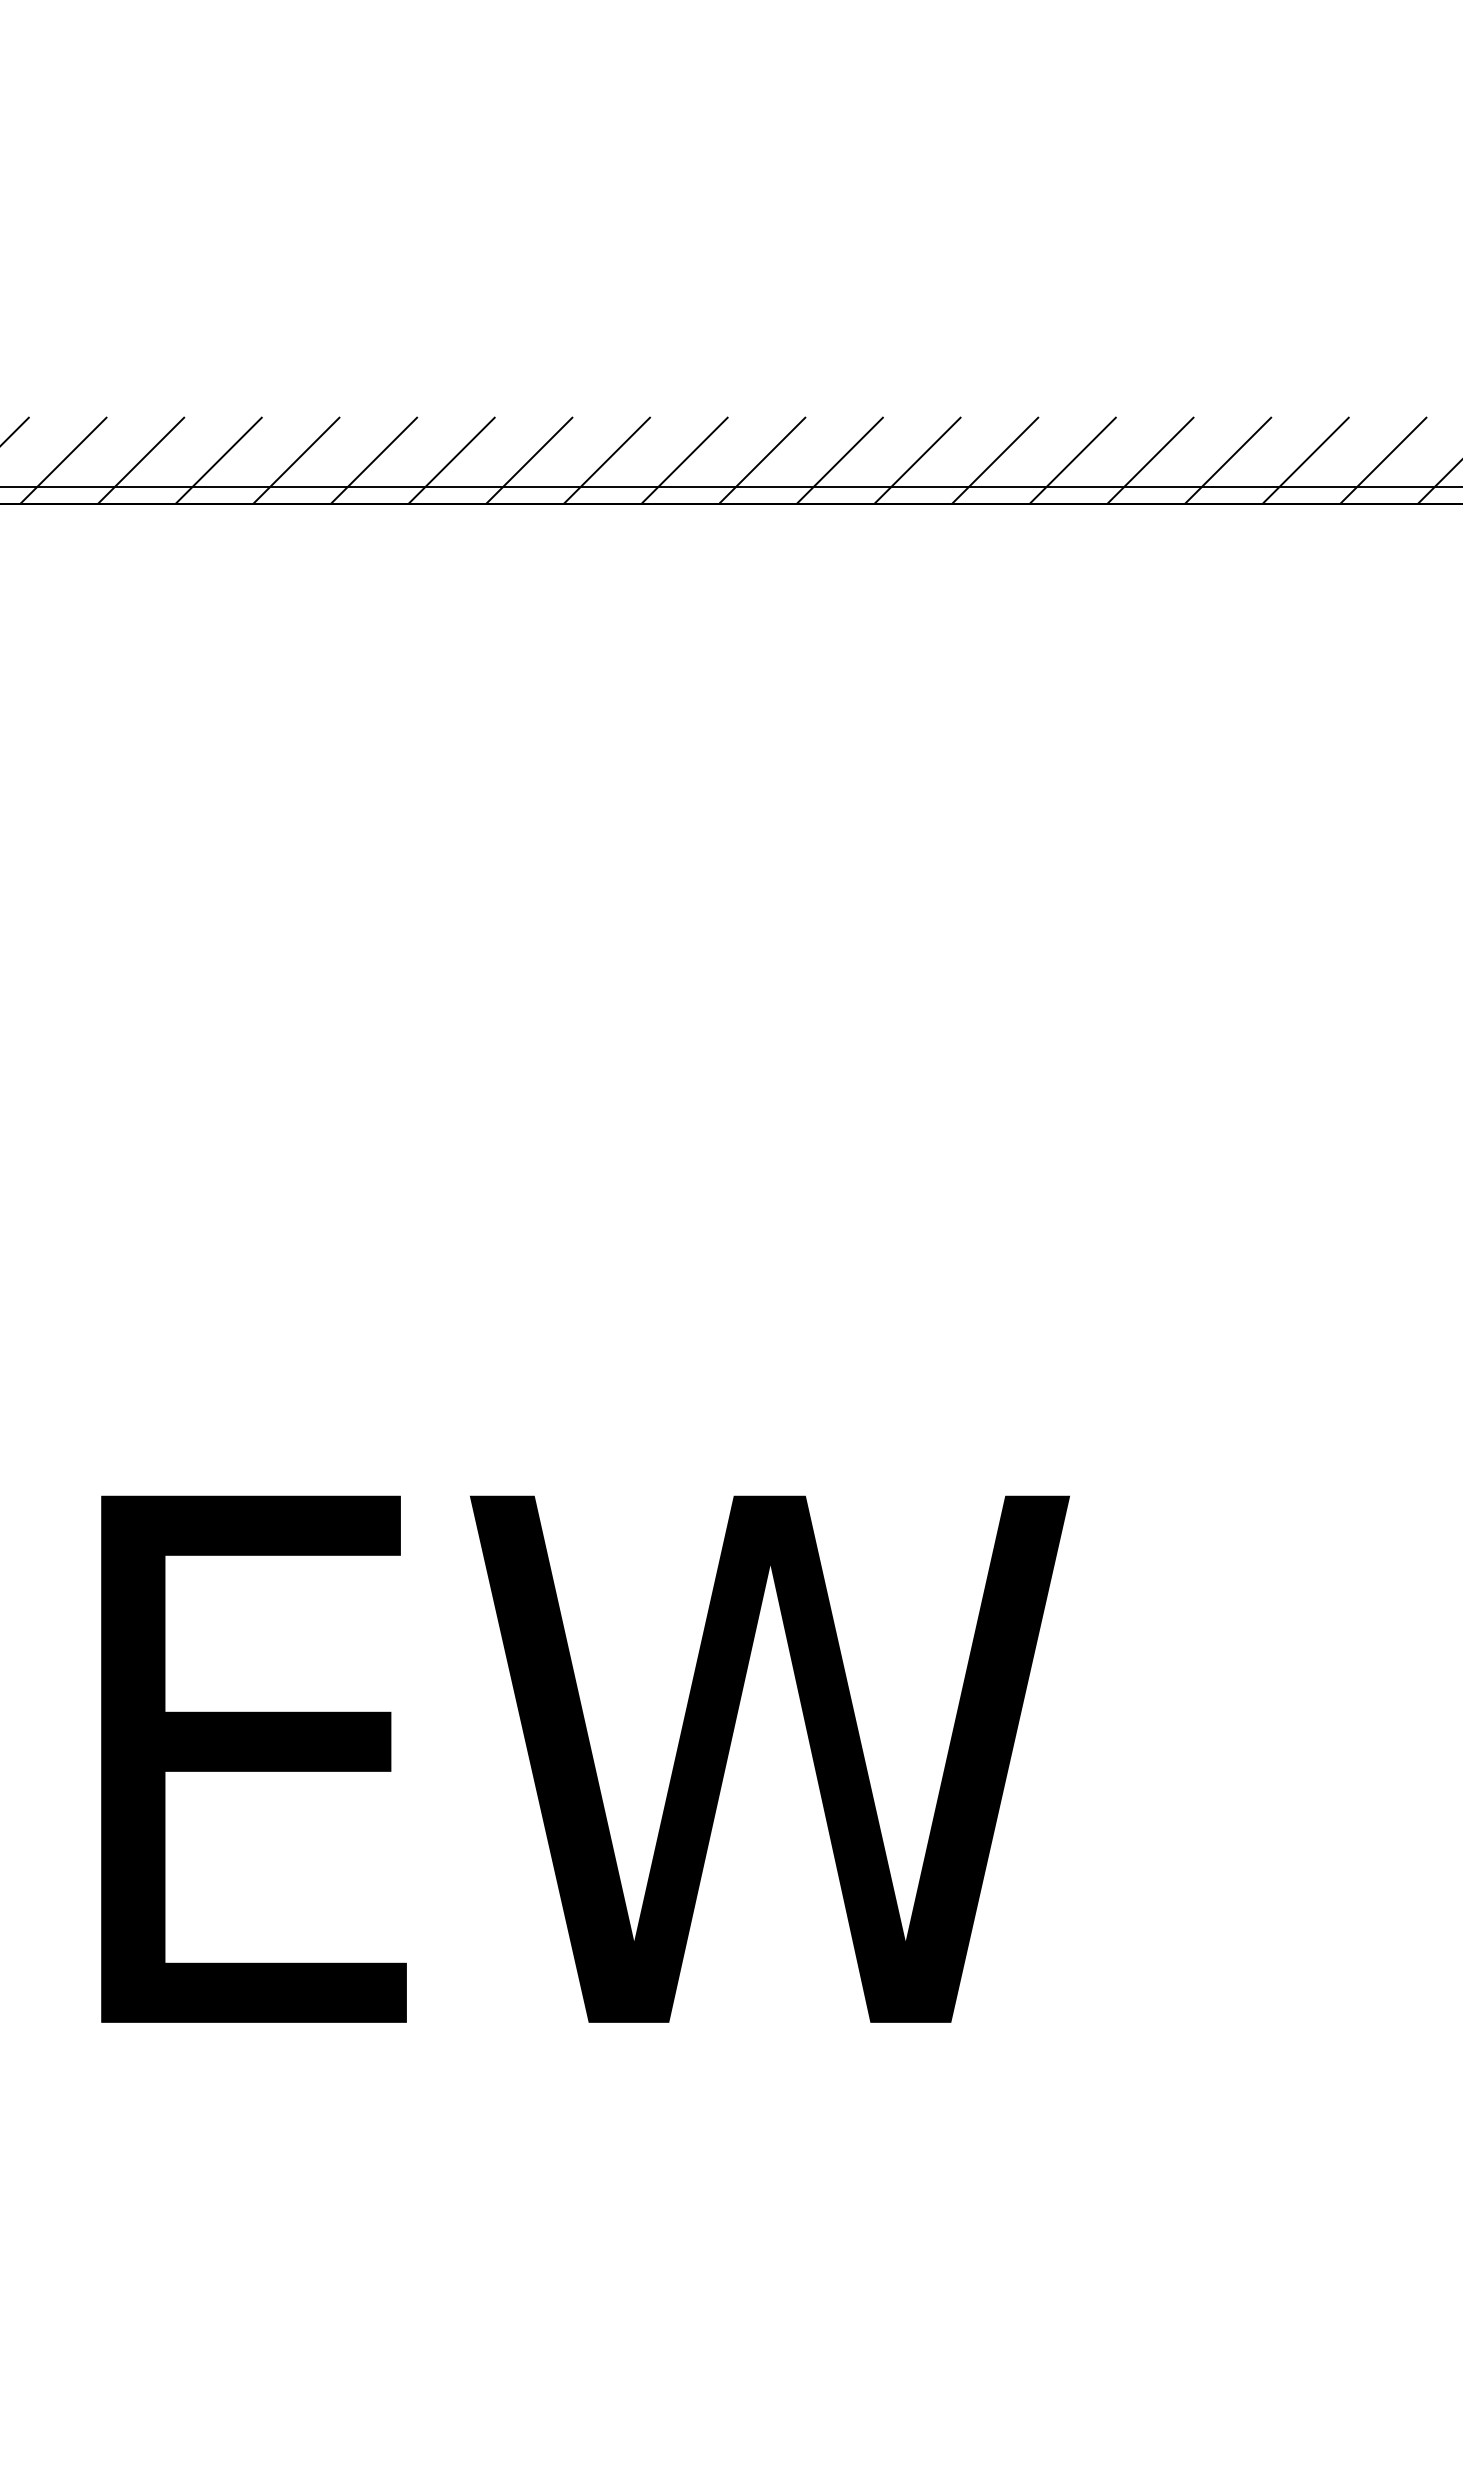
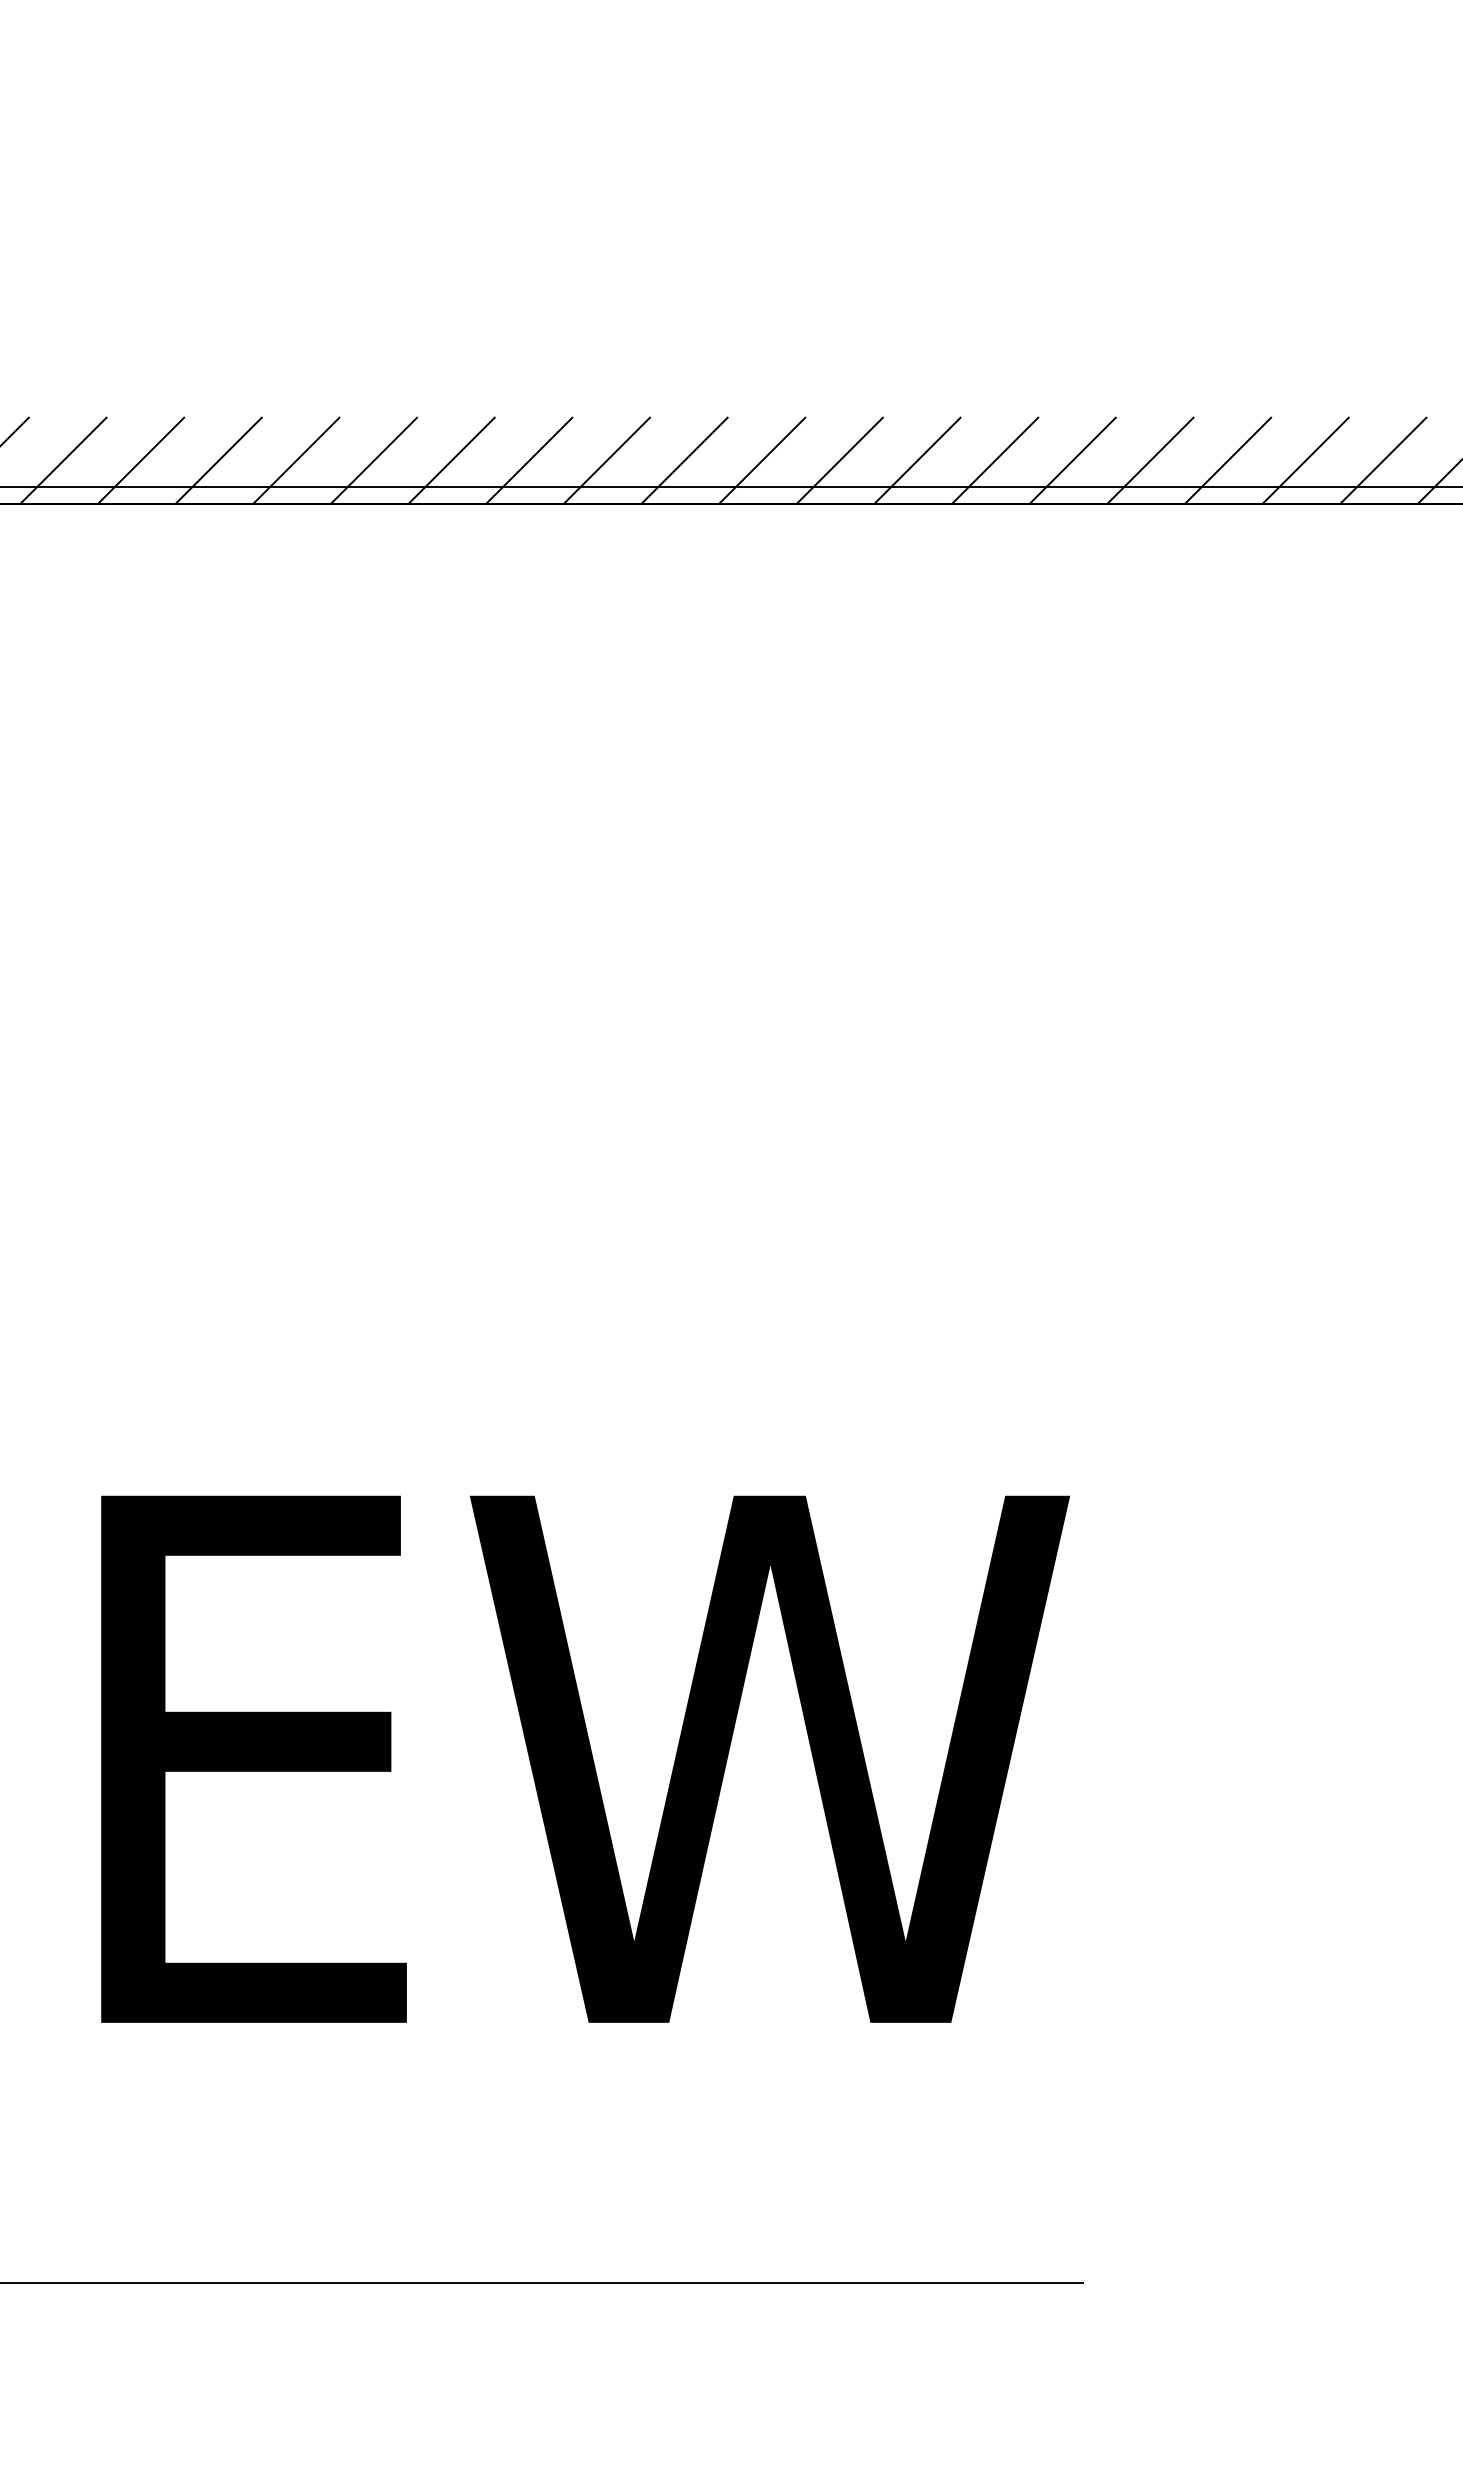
line at (542, 2282): none -> present
